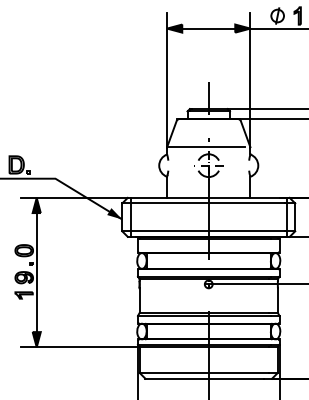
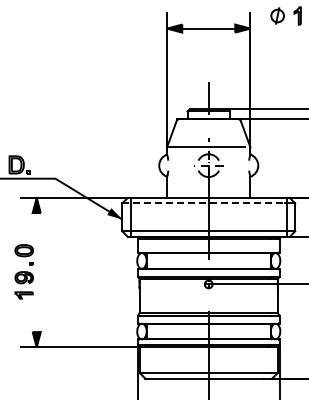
line at (277, 28): present -> none
line at (203, 203): solid -> dashed
line at (36, 272): present -> none
